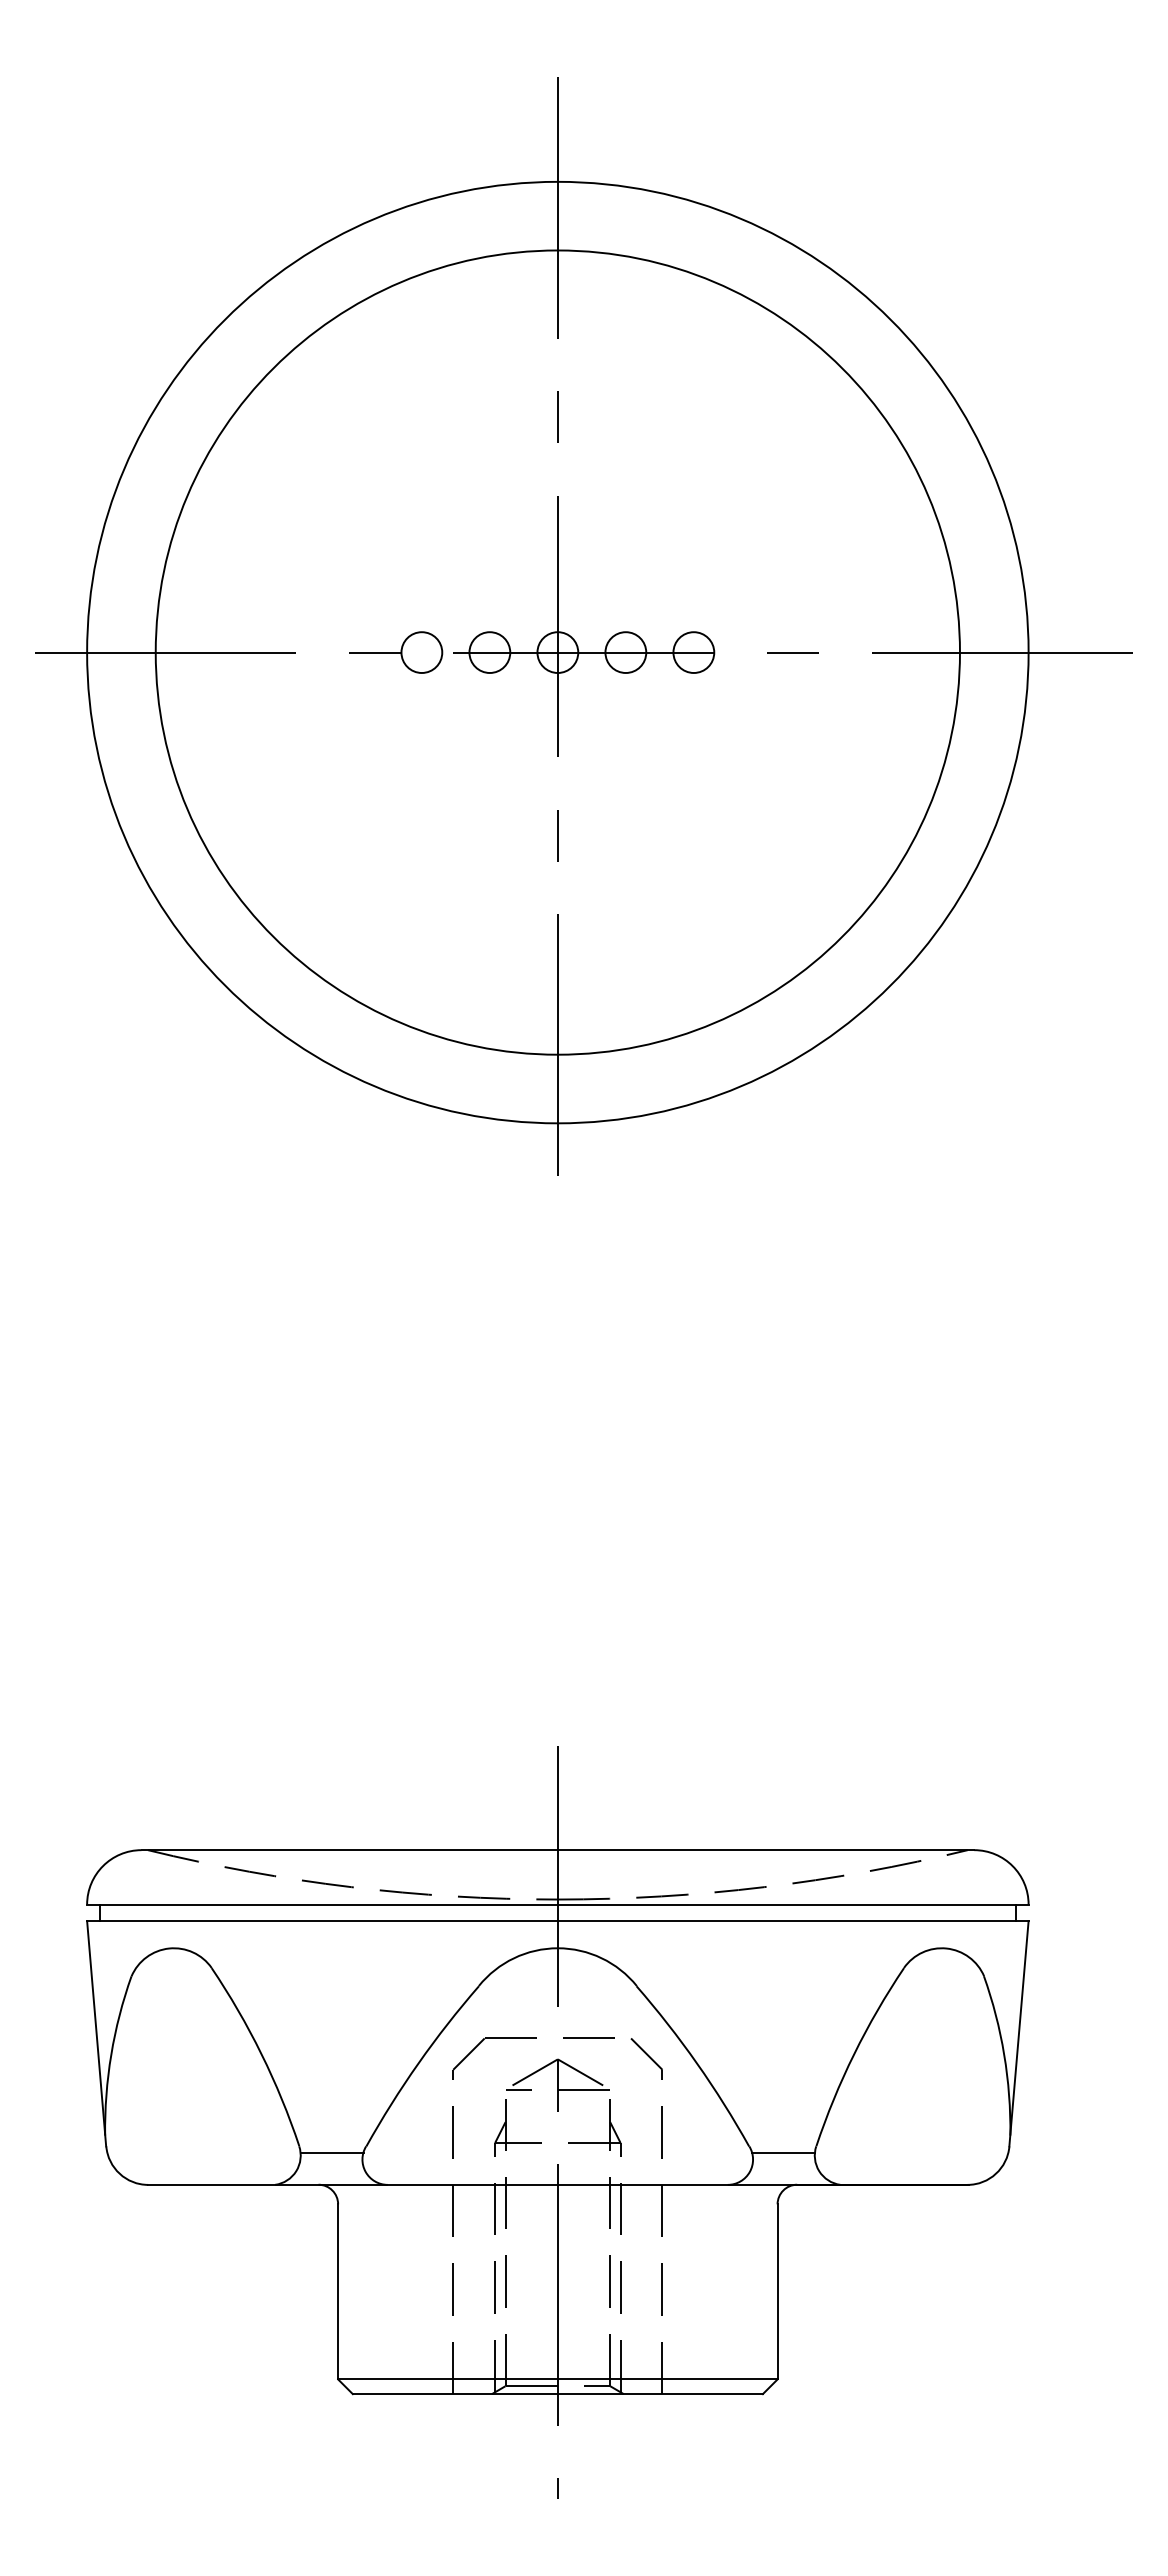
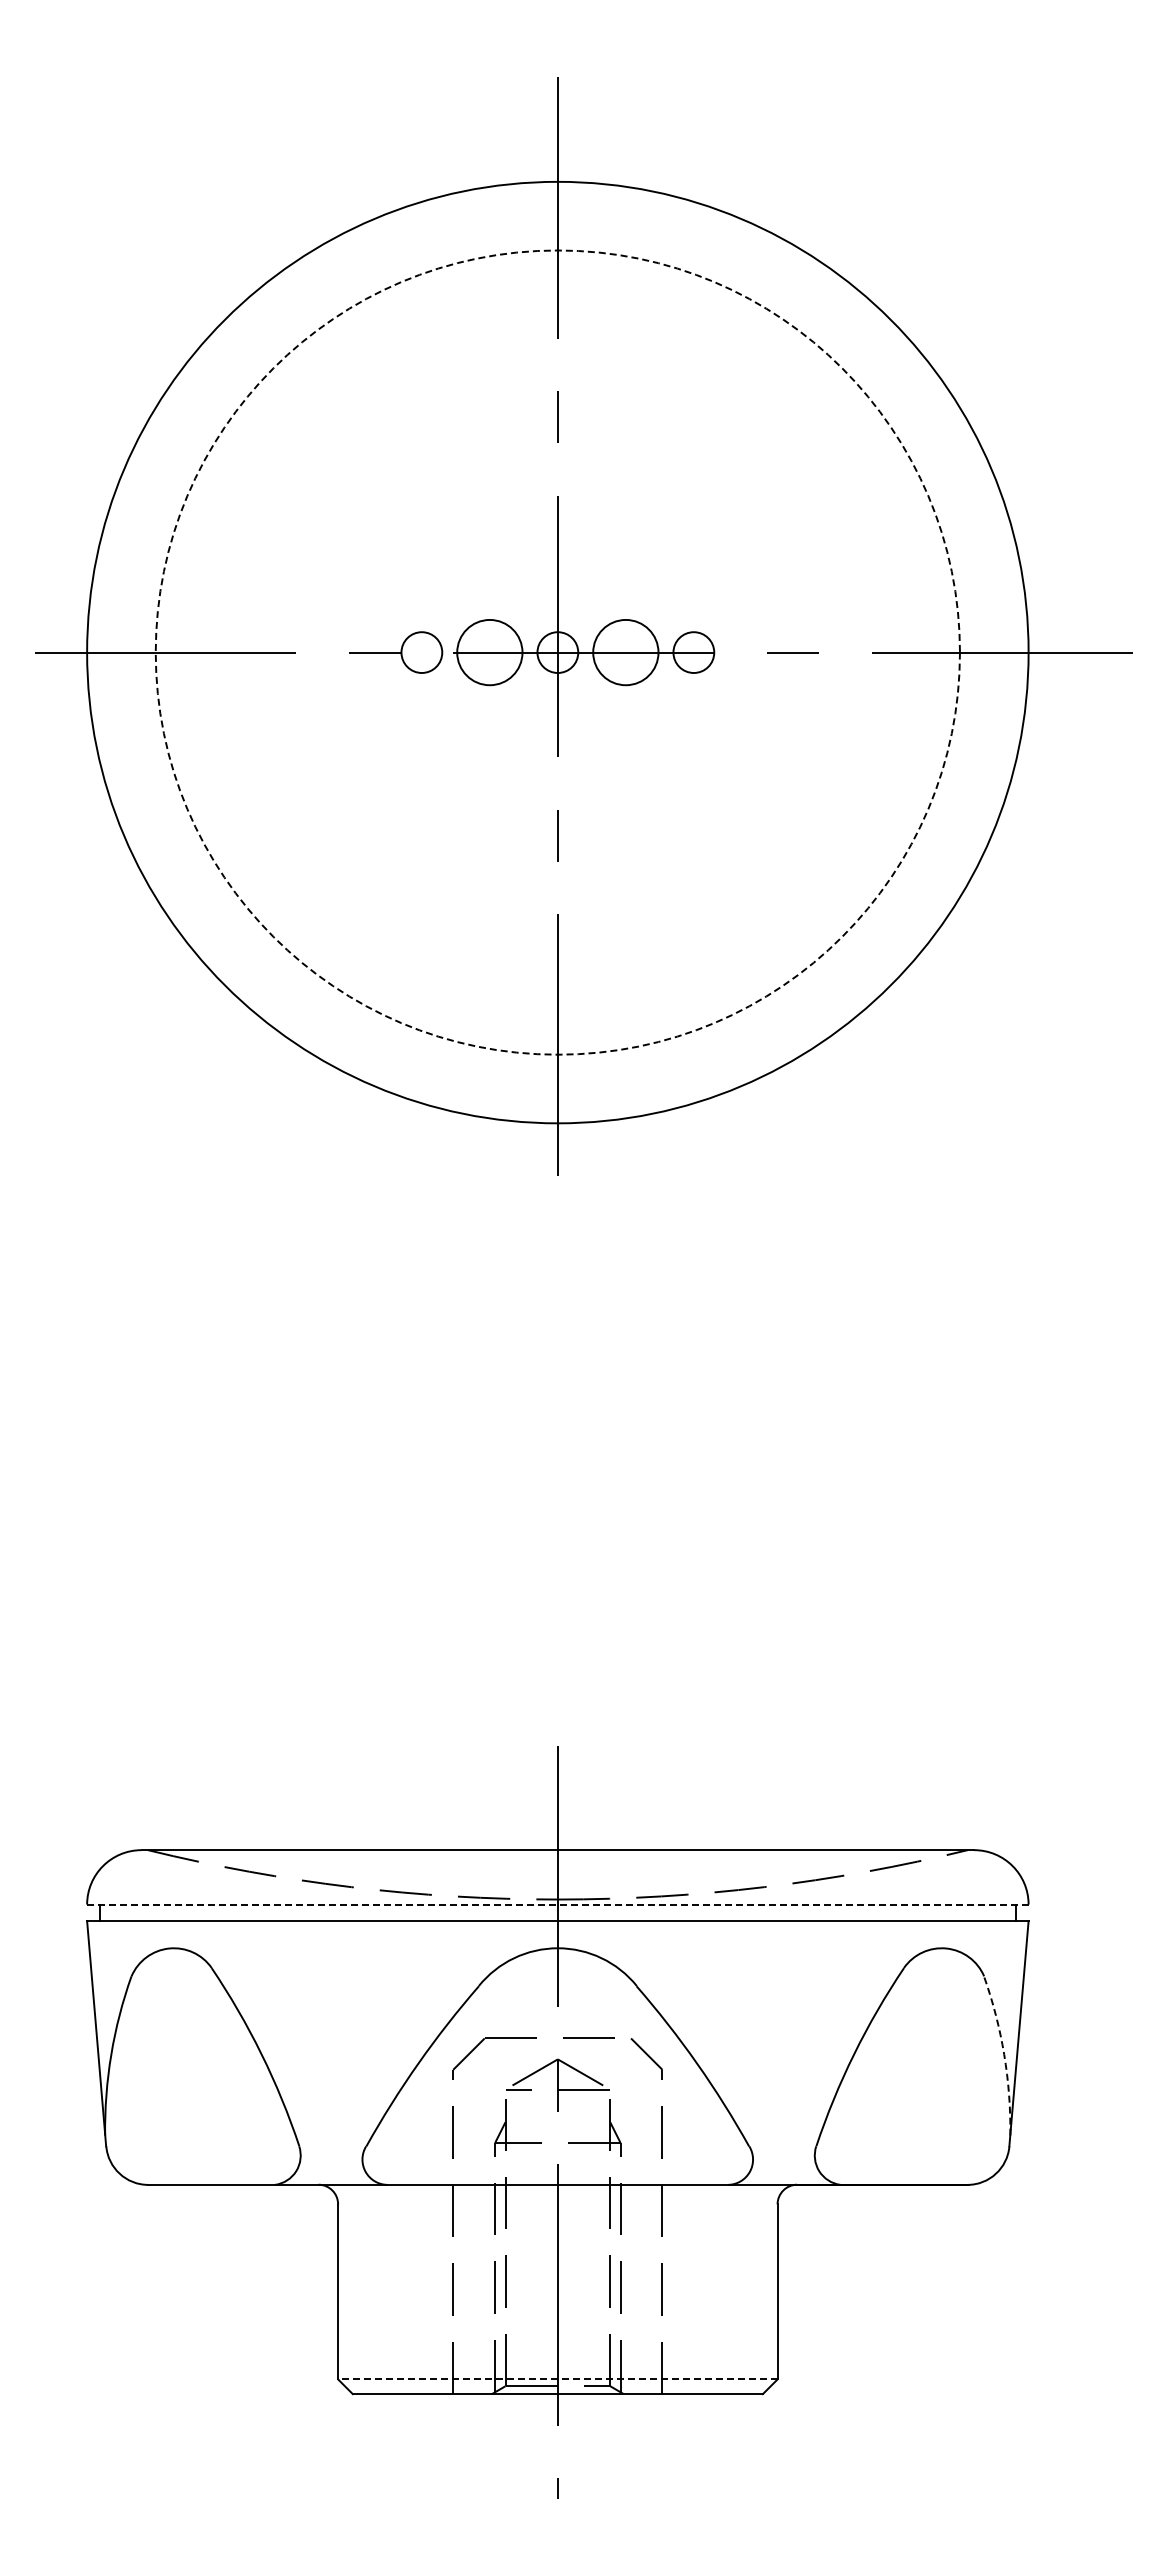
circle at (489, 652) diameter: 41 px -> 65 px
circle at (557, 652): solid -> dashed
circle at (625, 652) diameter: 41 px -> 65 px
line at (557, 1904): solid -> dashed
arc at (1004, 2054): solid -> dashed
line at (331, 2152): present -> none
line at (783, 2152): present -> none
line at (557, 2379): solid -> dashed
